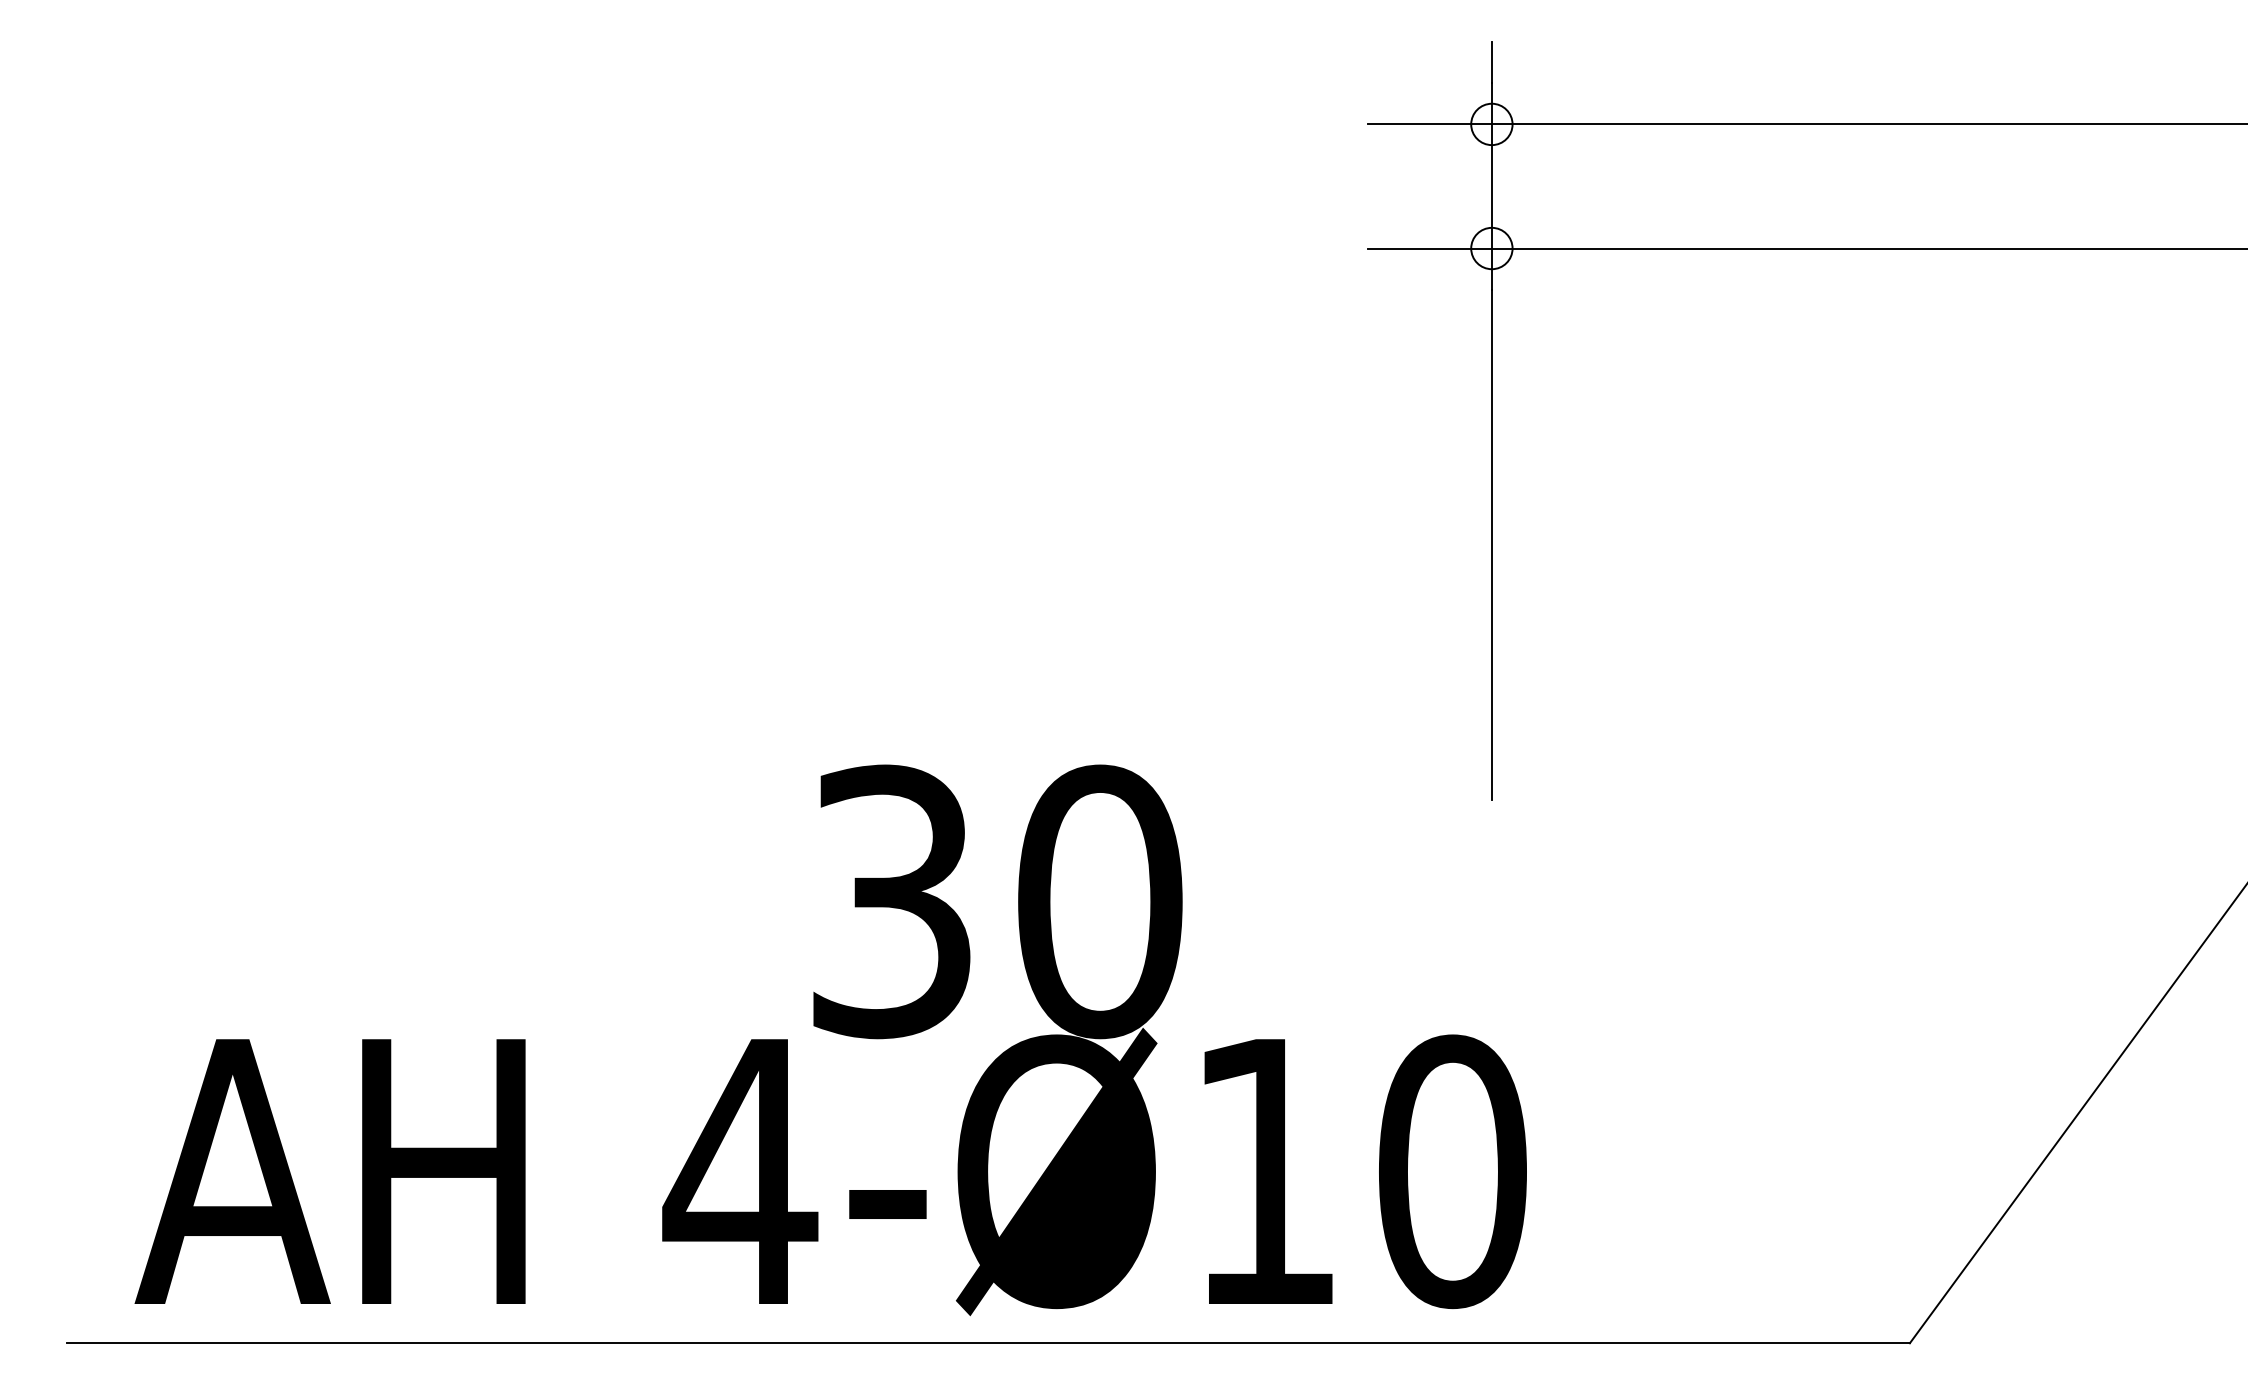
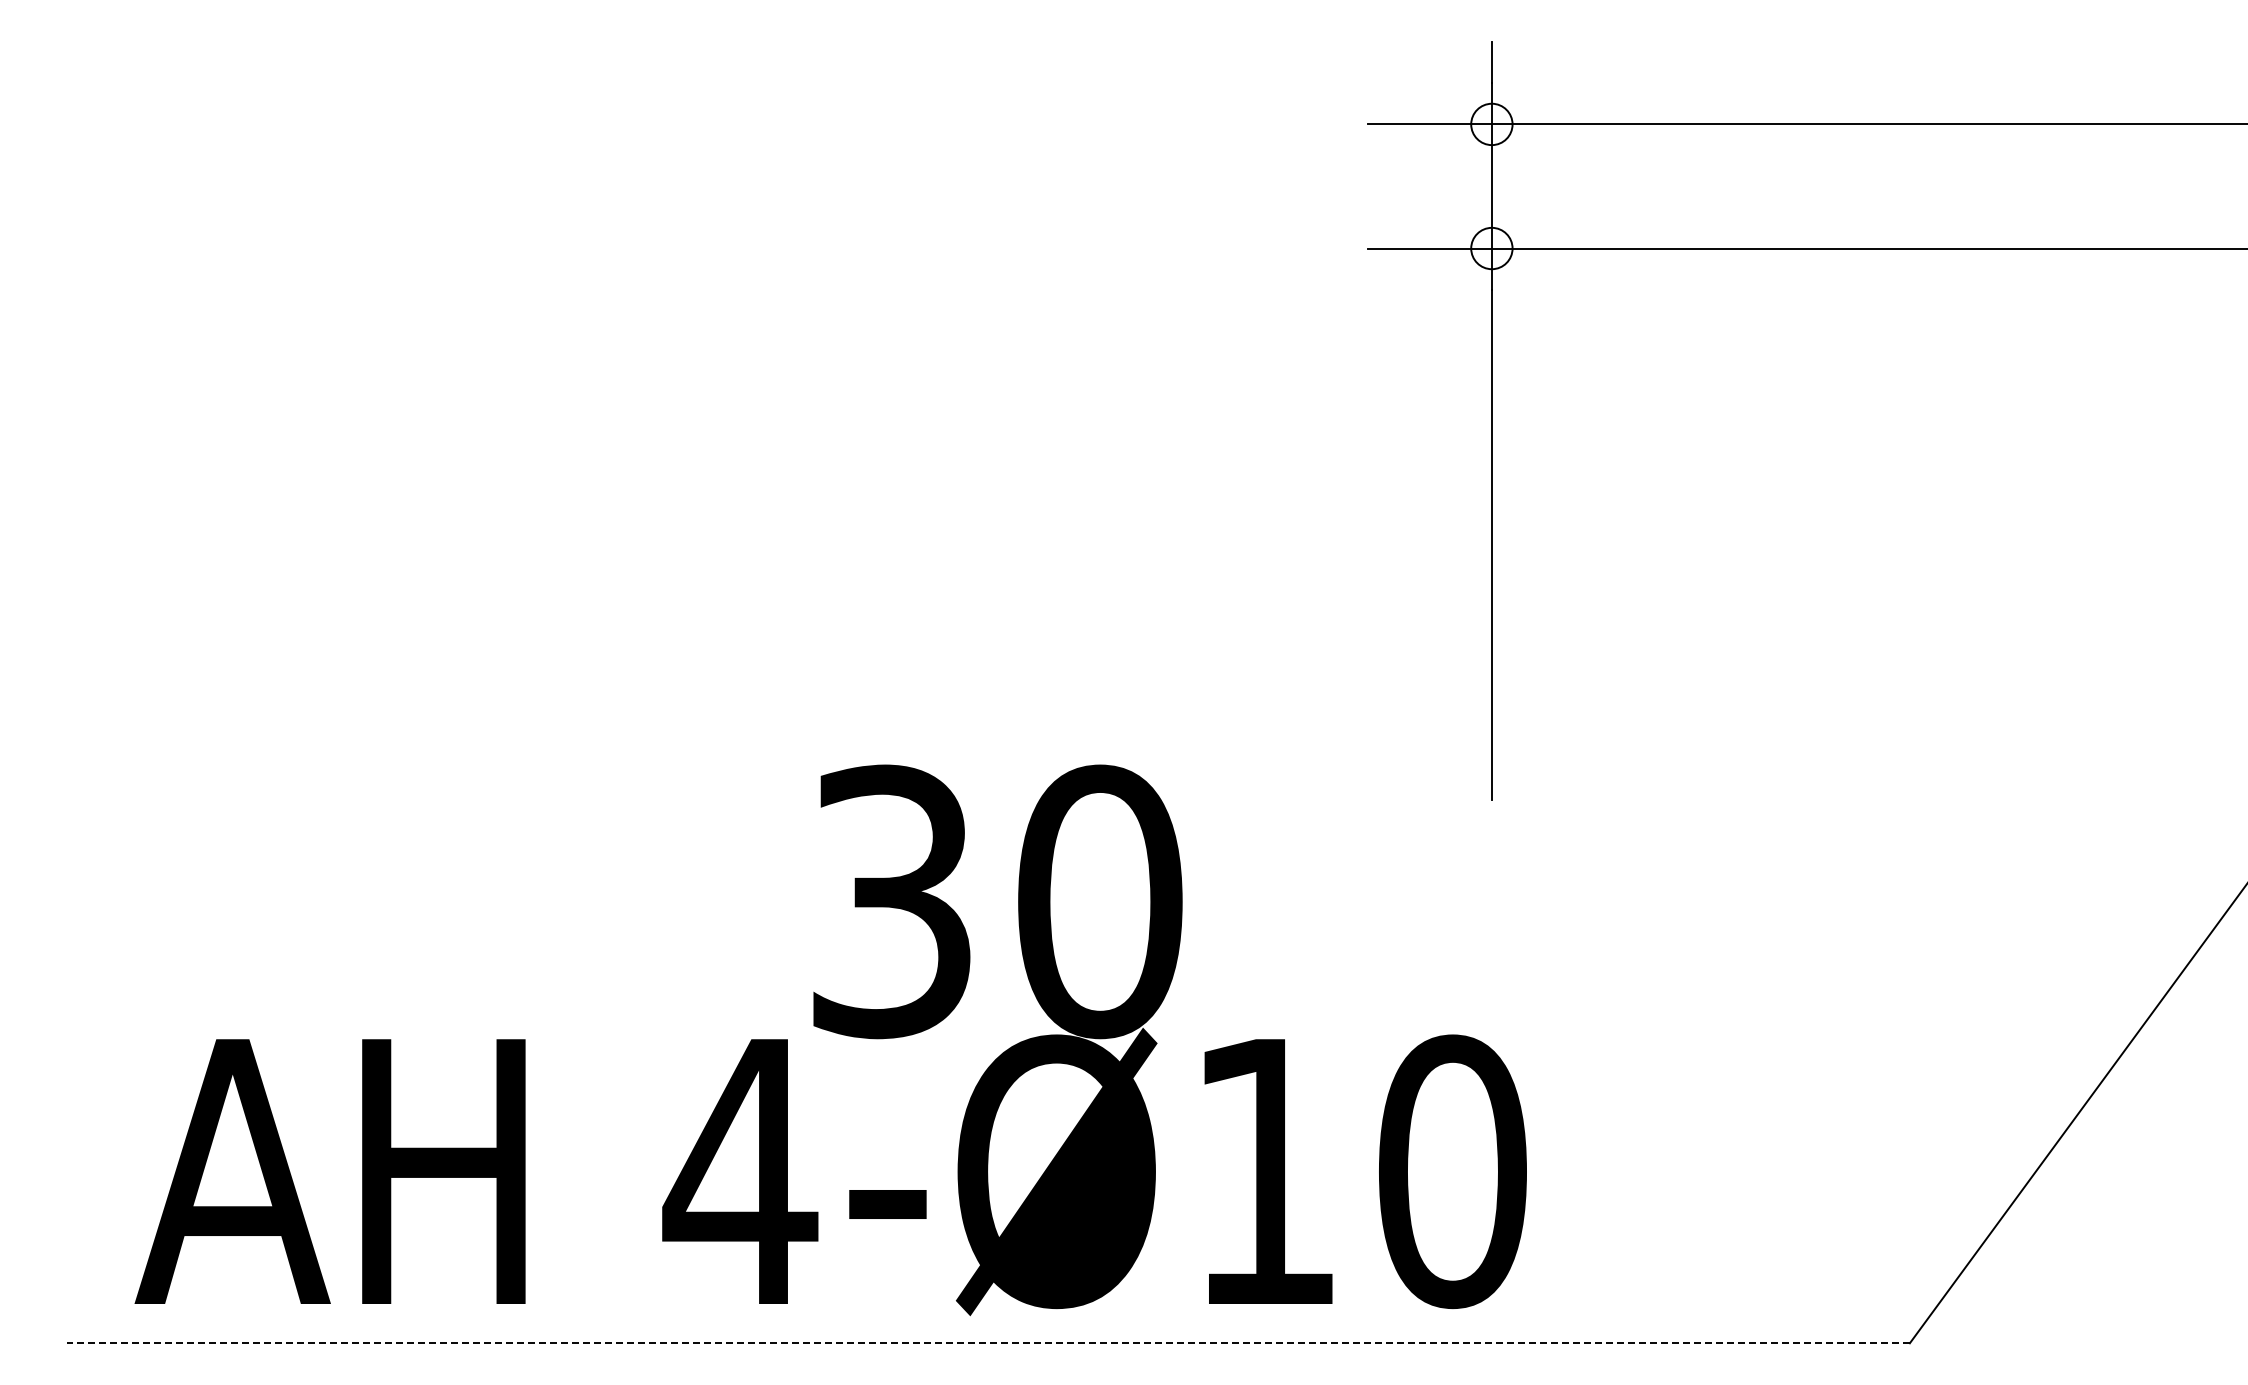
line at (988, 1343): solid -> dashed
